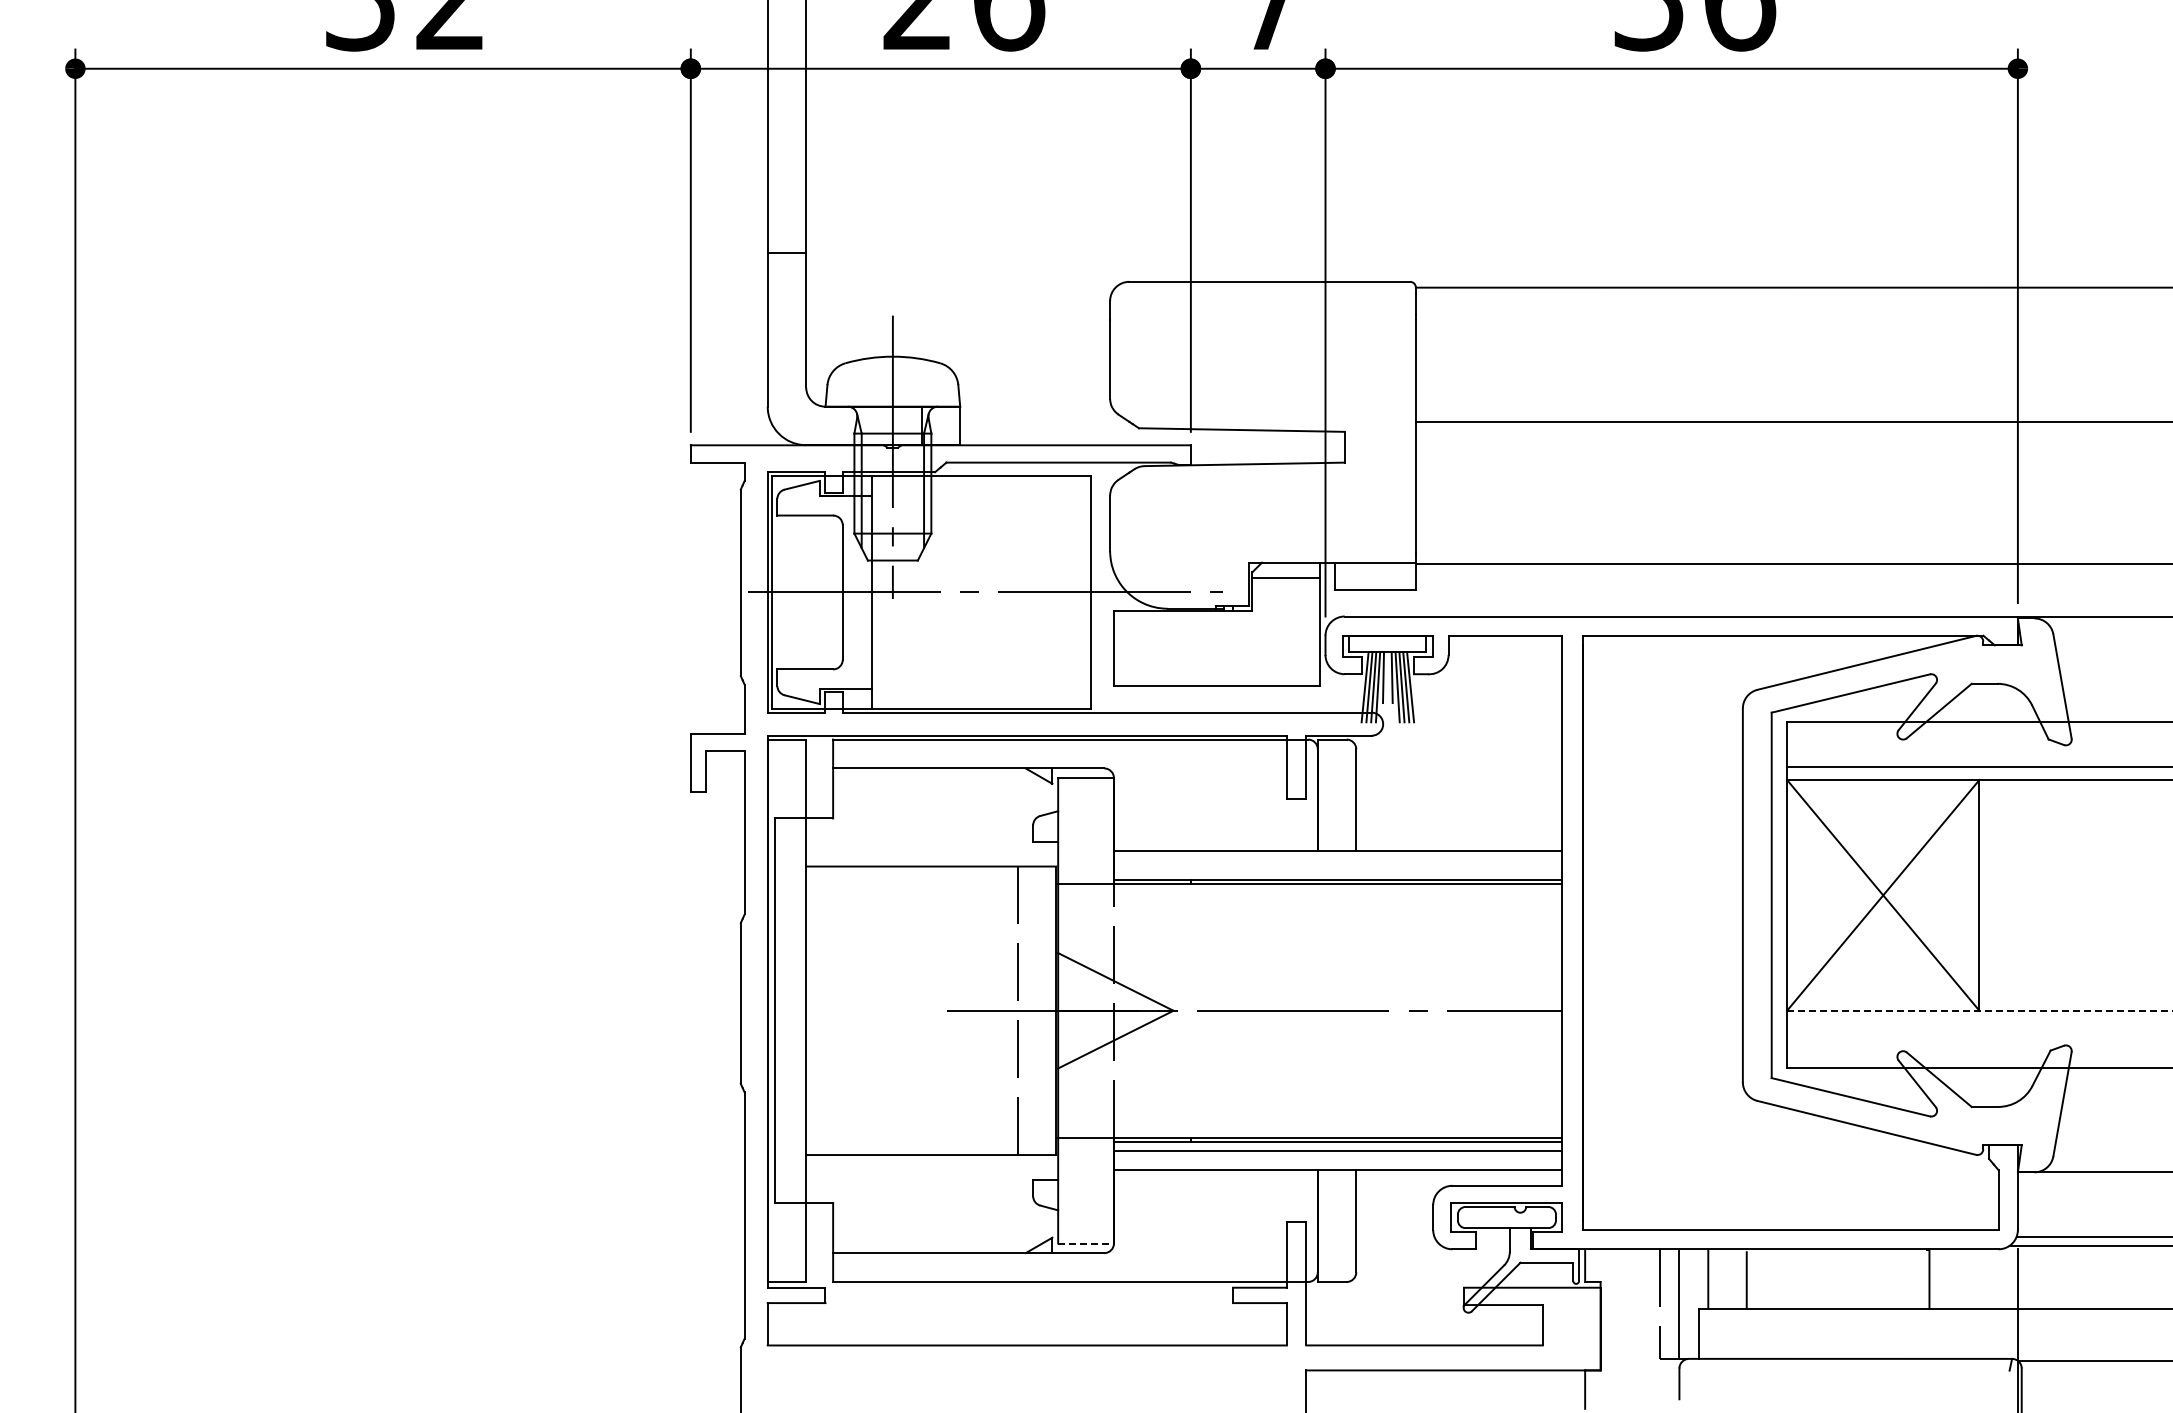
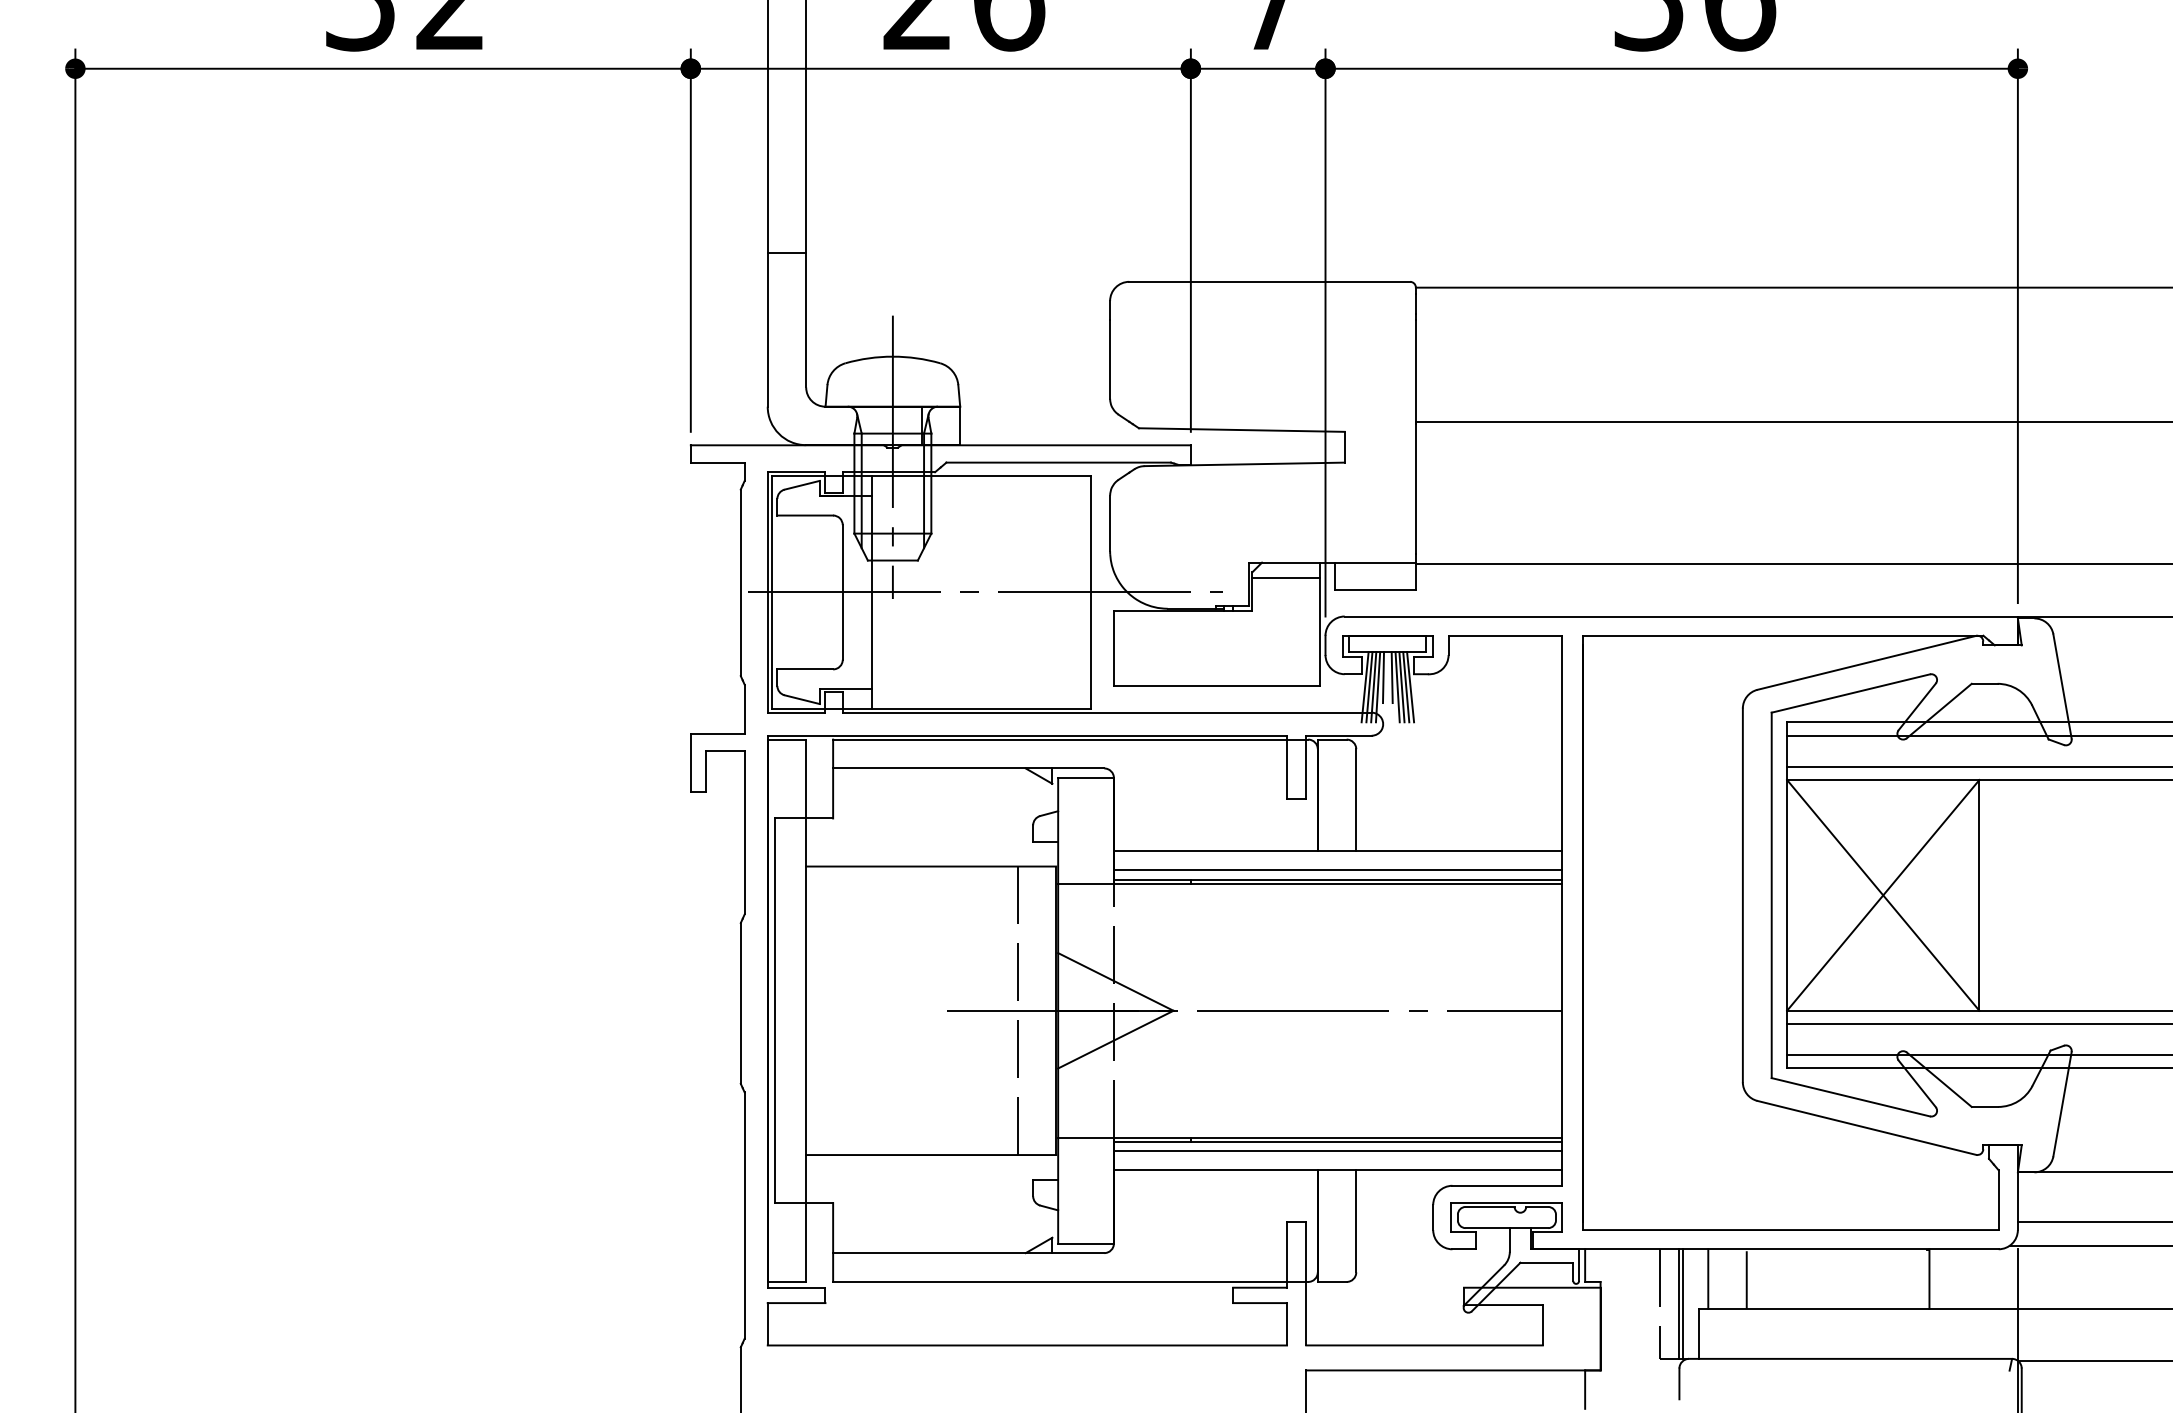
line at (1978, 735): none -> present
line at (1337, 870): none -> present
line at (1980, 1010): dashed -> solid
line at (1978, 1024): none -> present
line at (1978, 1055): none -> present
line at (2093, 1237) position: (2093, 1237) -> (2093, 1222)
line at (1086, 1243): dashed -> solid
line at (1683, 1303): none -> present
